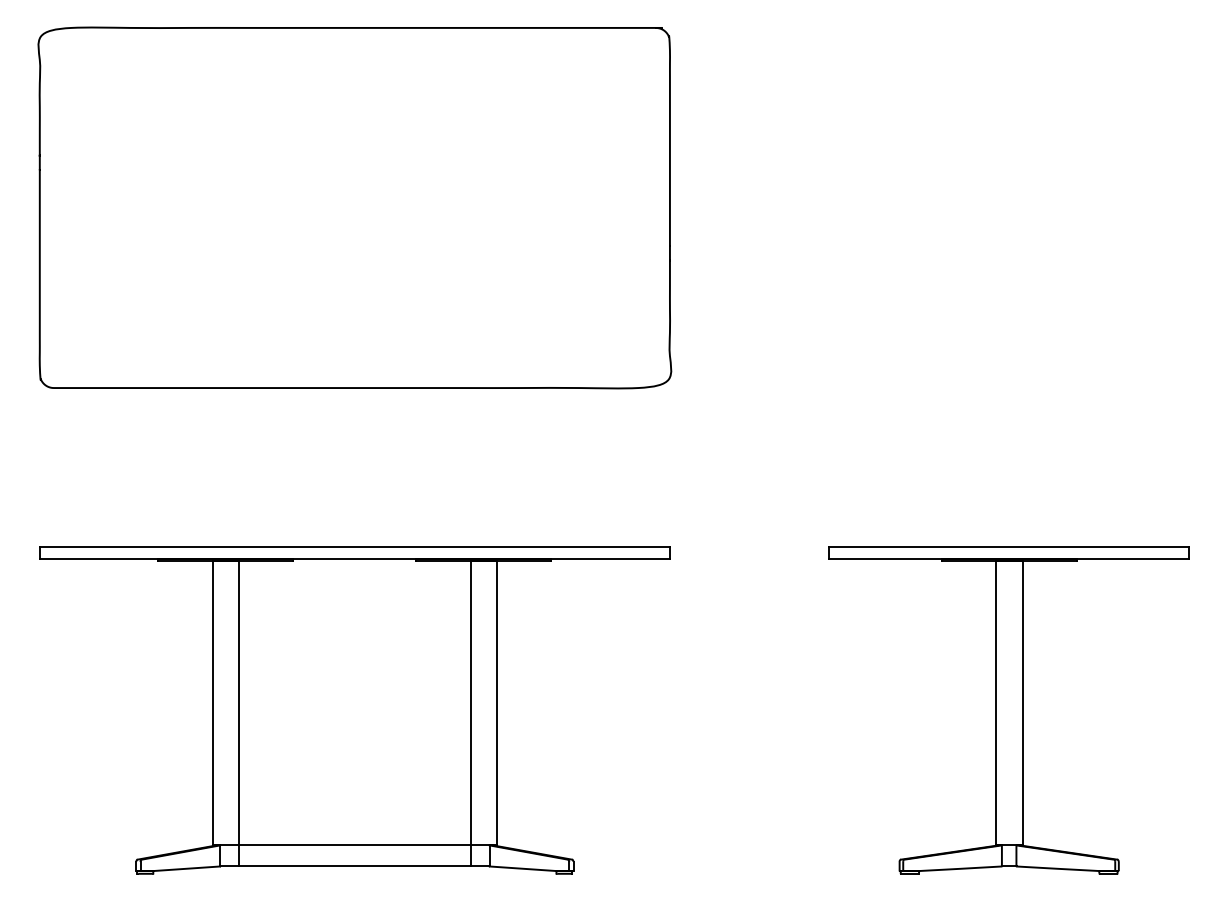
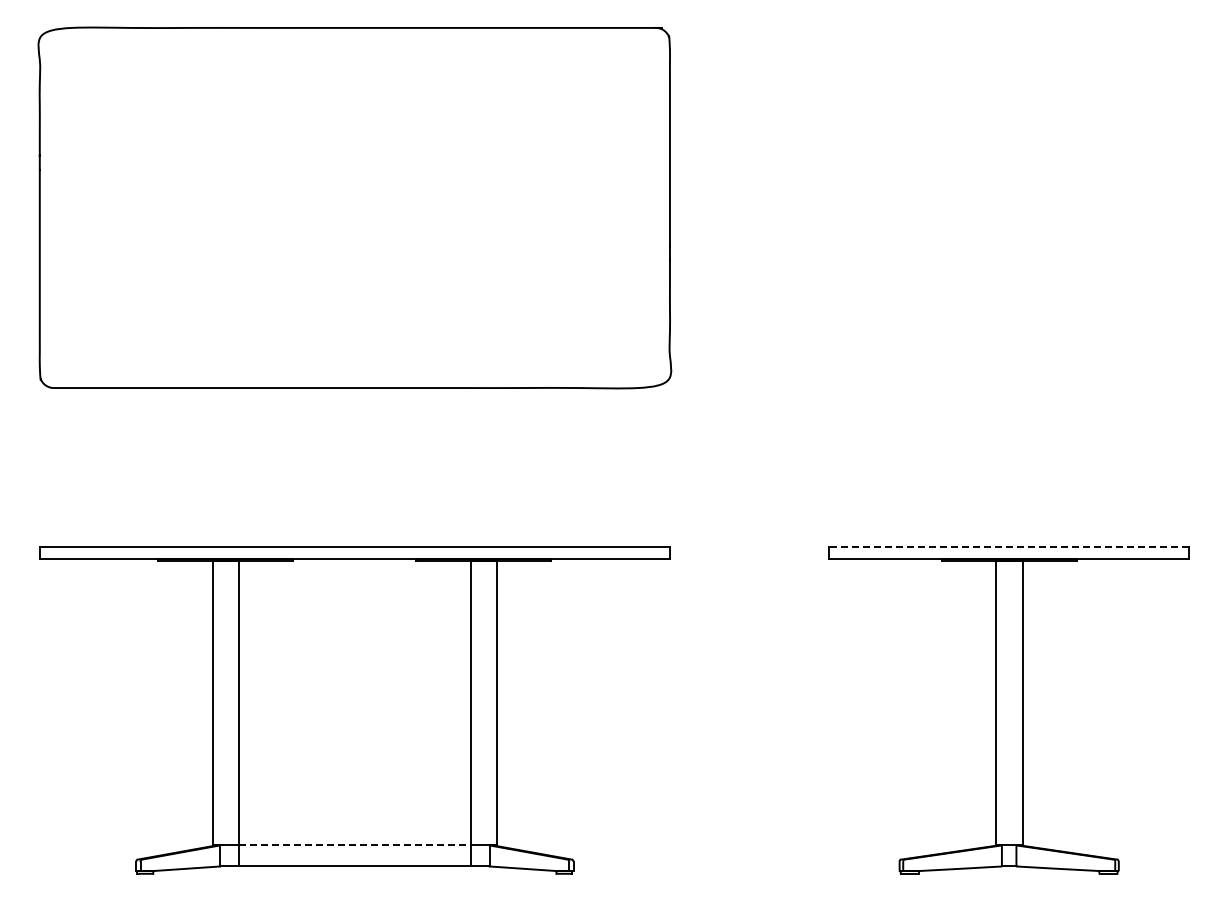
line at (1008, 547): solid -> dashed
line at (354, 845): solid -> dashed
